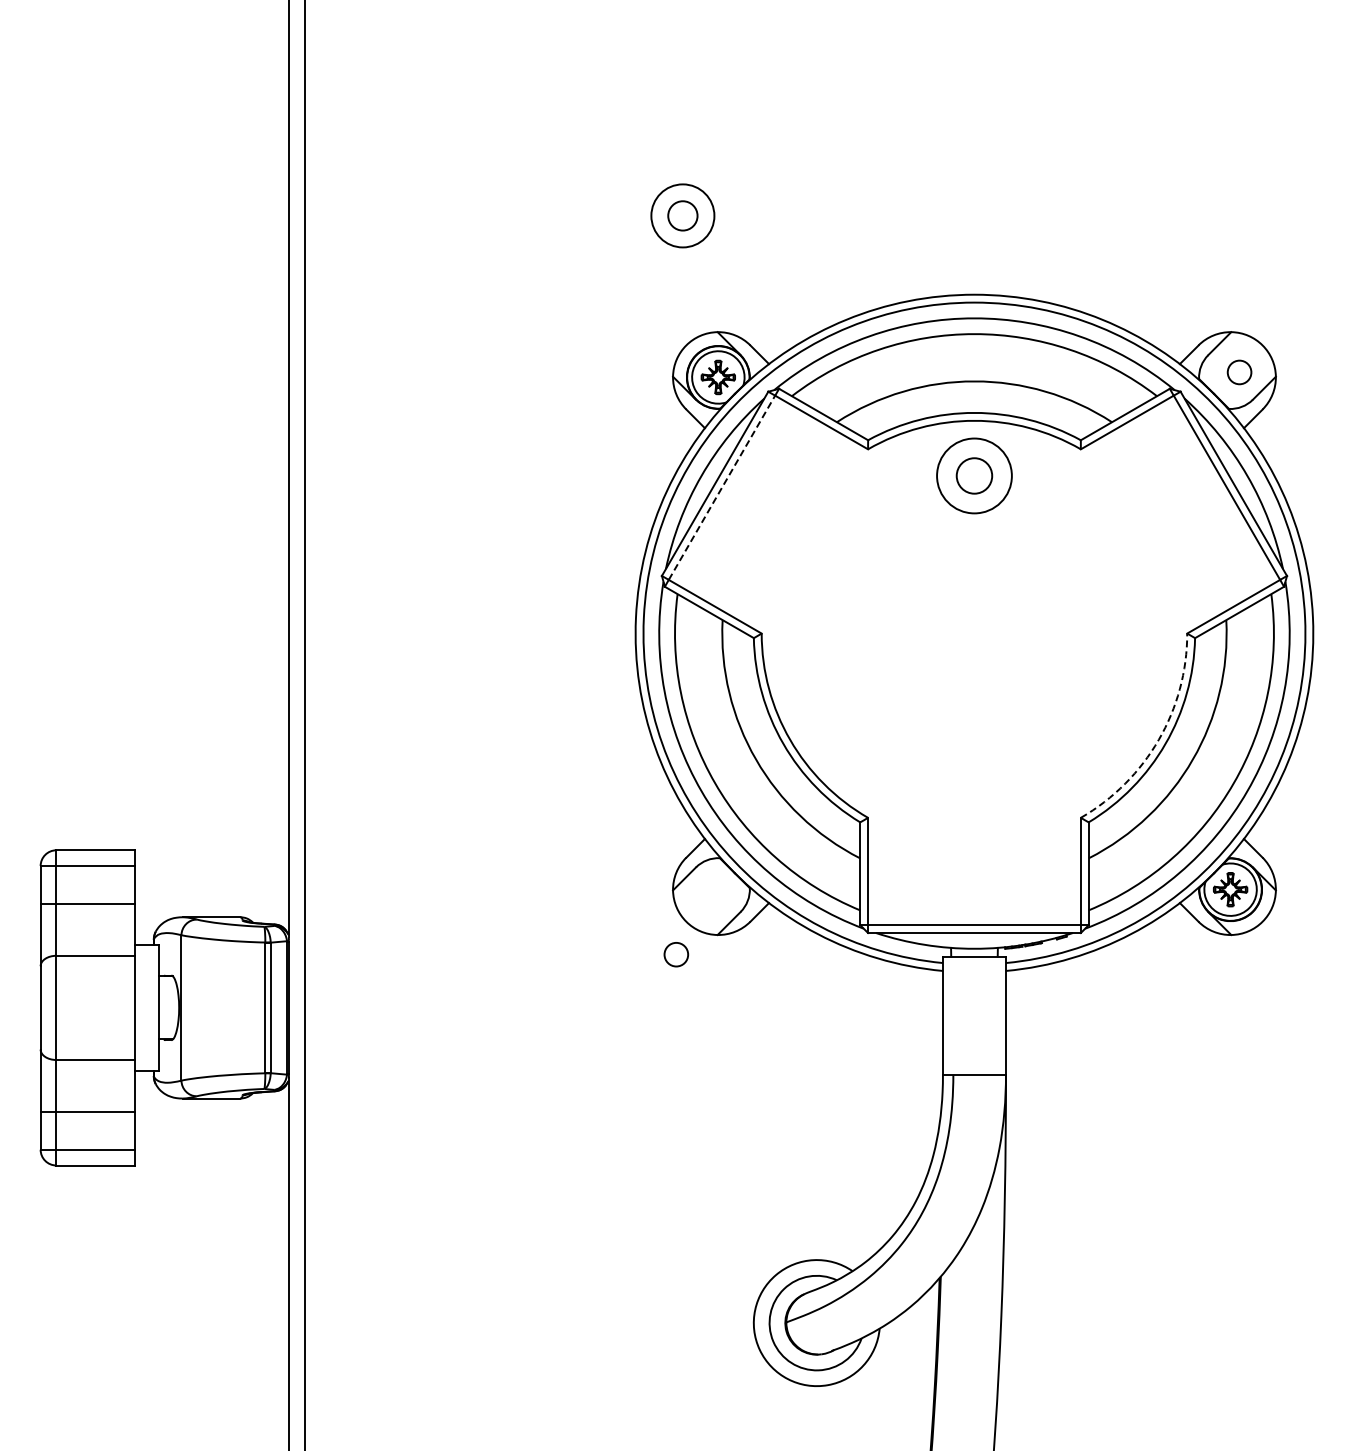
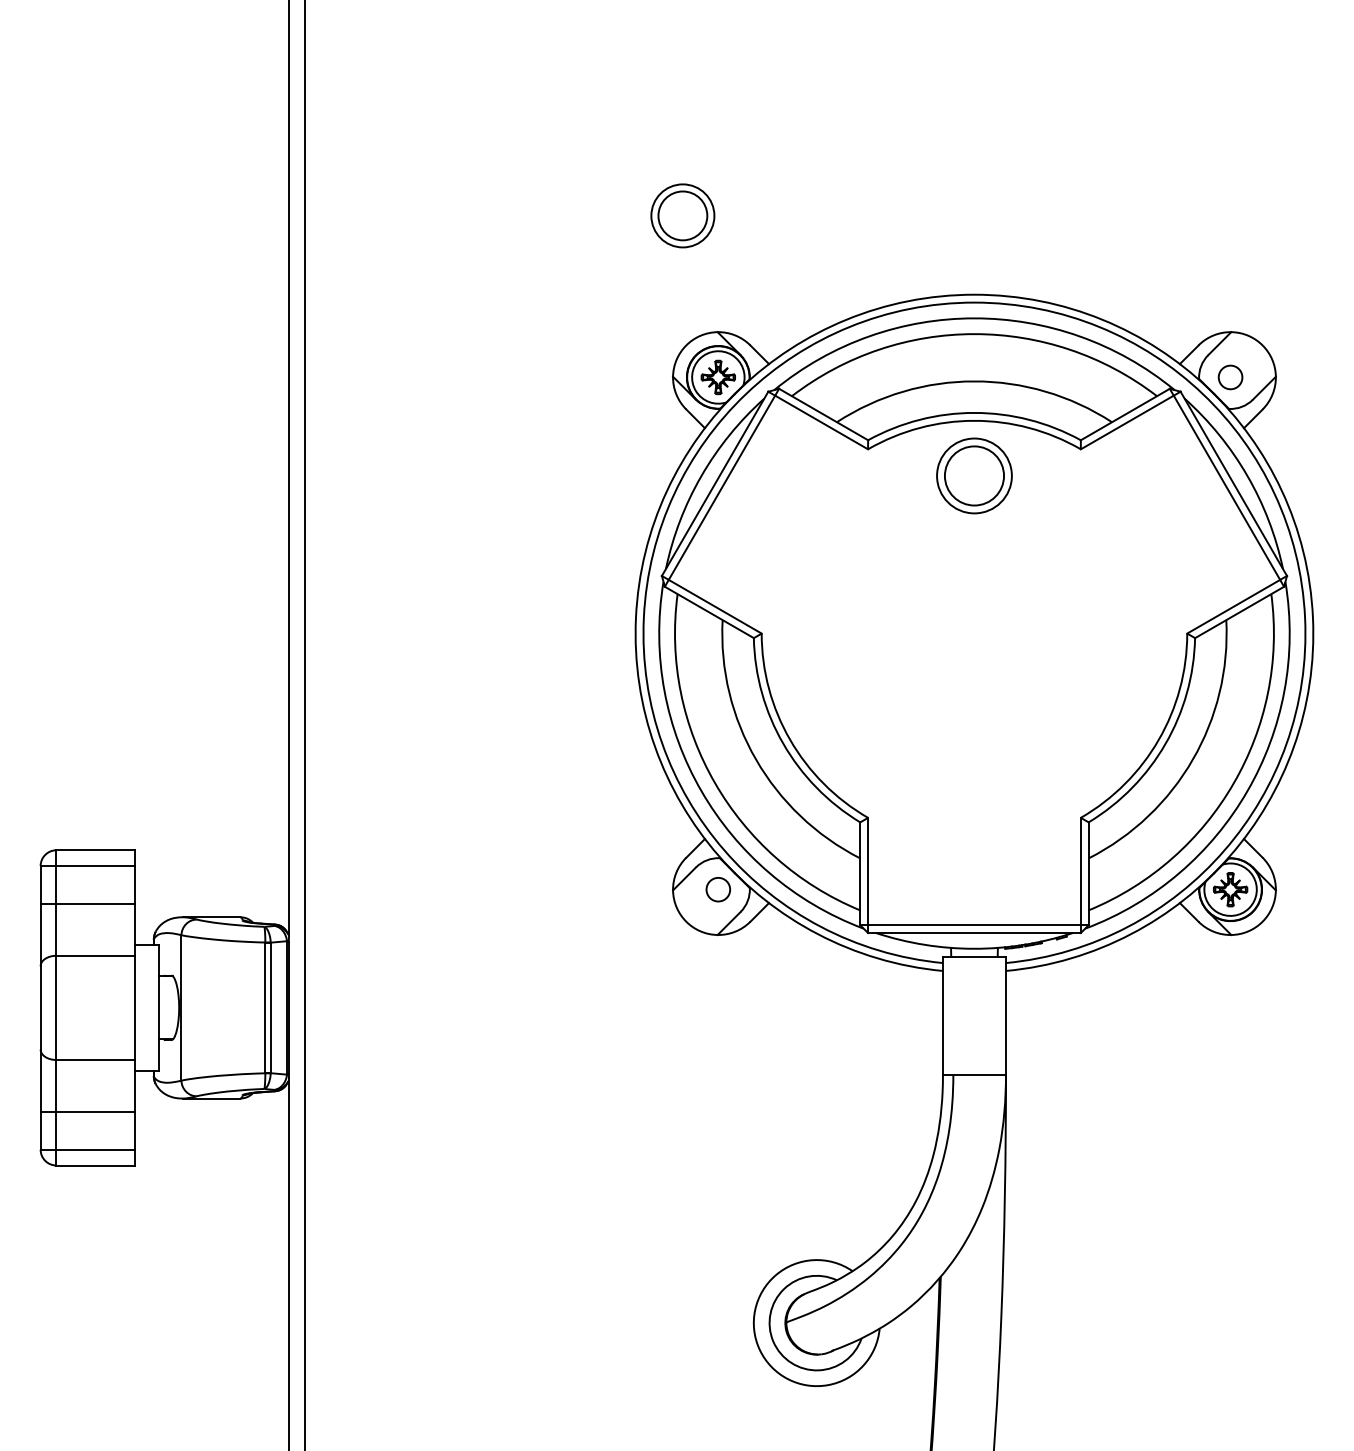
circle at (682, 215) diameter: 29 px -> 49 px
circle at (1239, 372) position: (1239, 372) -> (1230, 377)
circle at (974, 475) diameter: 35 px -> 59 px
line at (722, 487): dashed -> solid
arc at (1158, 739): dashed -> solid
circle at (676, 954) position: (676, 954) -> (718, 889)
